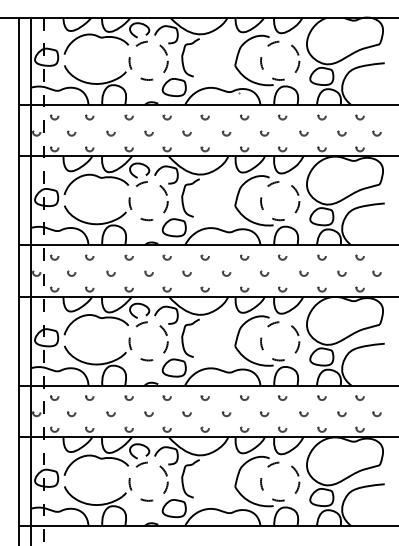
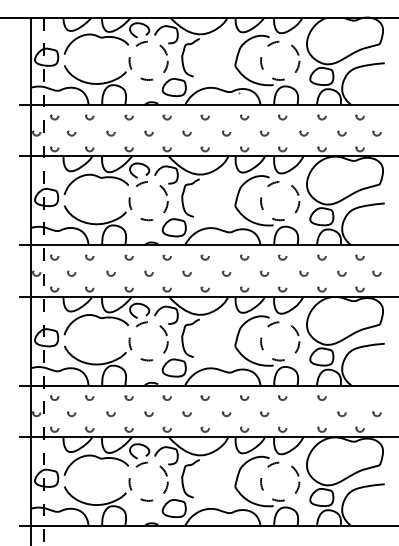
line at (18, 279): present -> none
circle at (359, 397): present -> none
circle at (303, 414): present -> none
